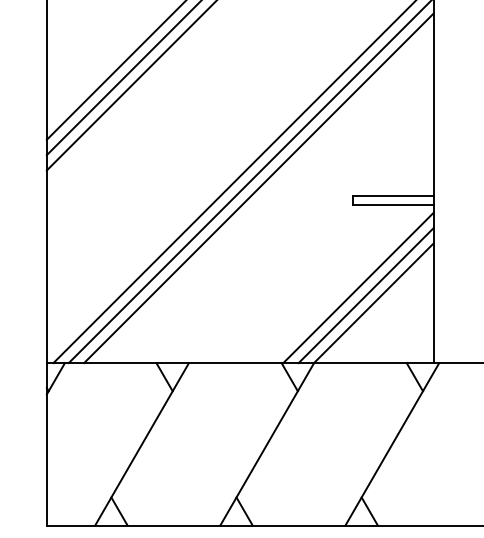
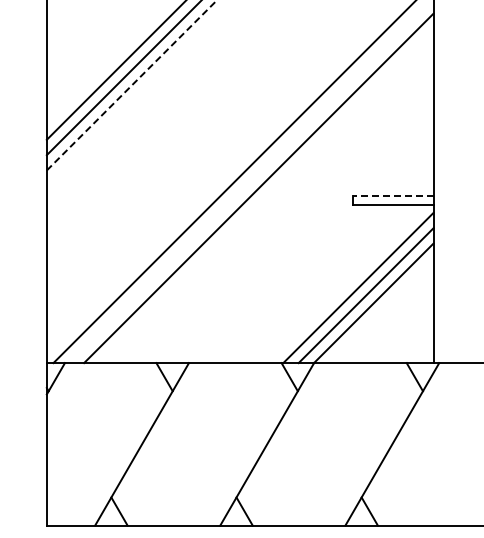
line at (132, 84): solid -> dashed
line at (248, 182): present -> none
line at (392, 195): solid -> dashed
